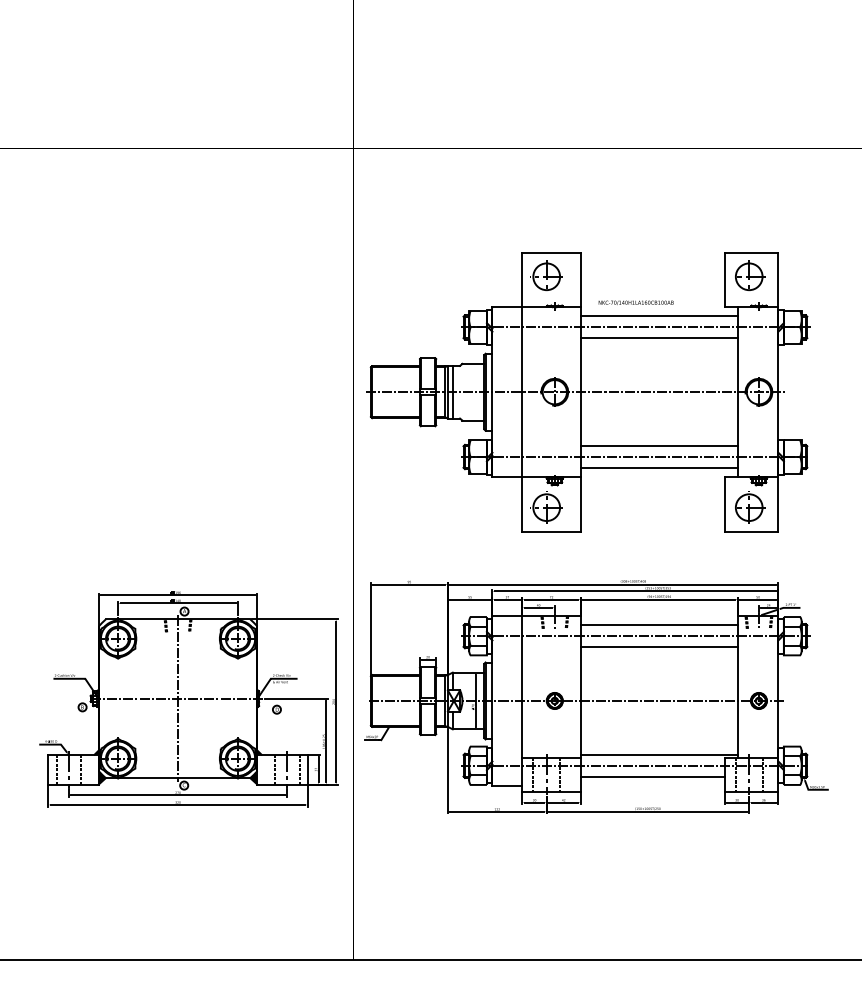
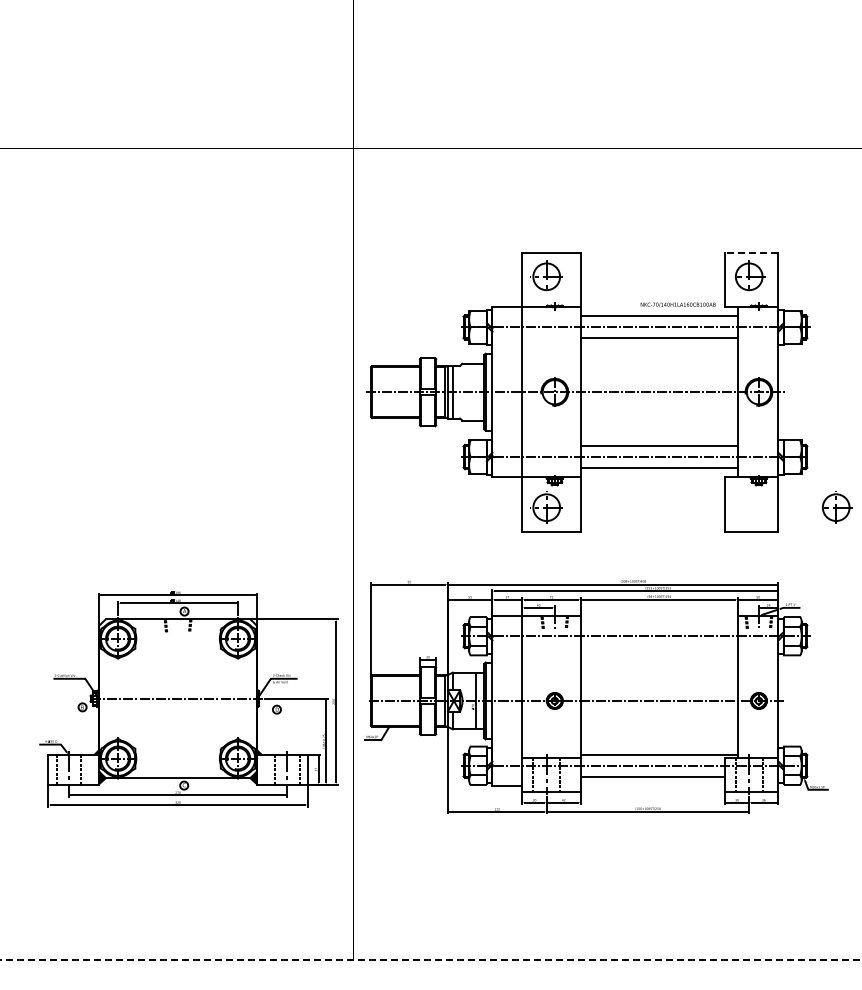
line at (751, 252): solid -> dashed
text at (635, 302) position: (635, 302) -> (677, 304)
part at (750, 507) position: (750, 507) -> (837, 507)
line at (658, 625): present -> none
line at (658, 647): present -> none
line at (178, 698): present -> none
line at (431, 960): solid -> dashed
